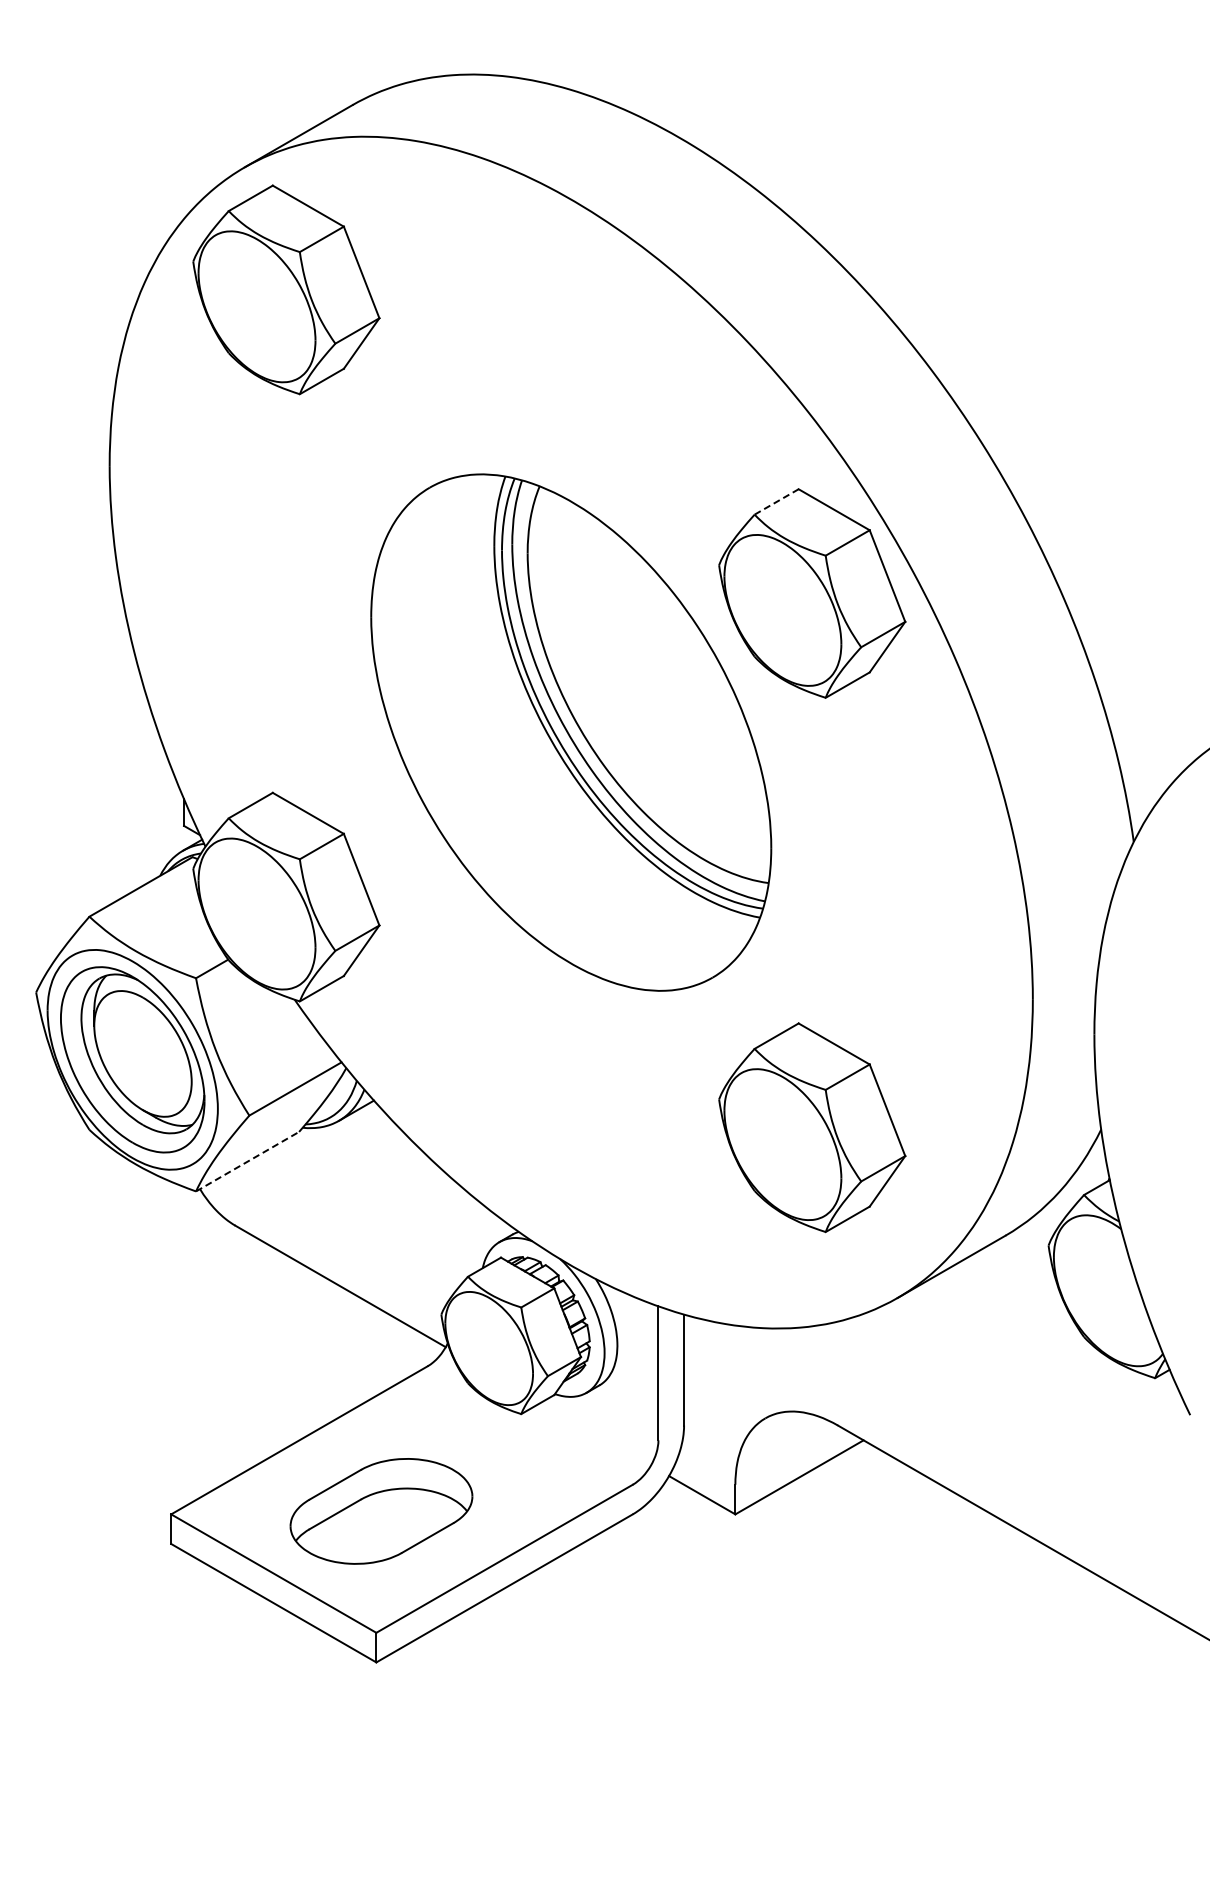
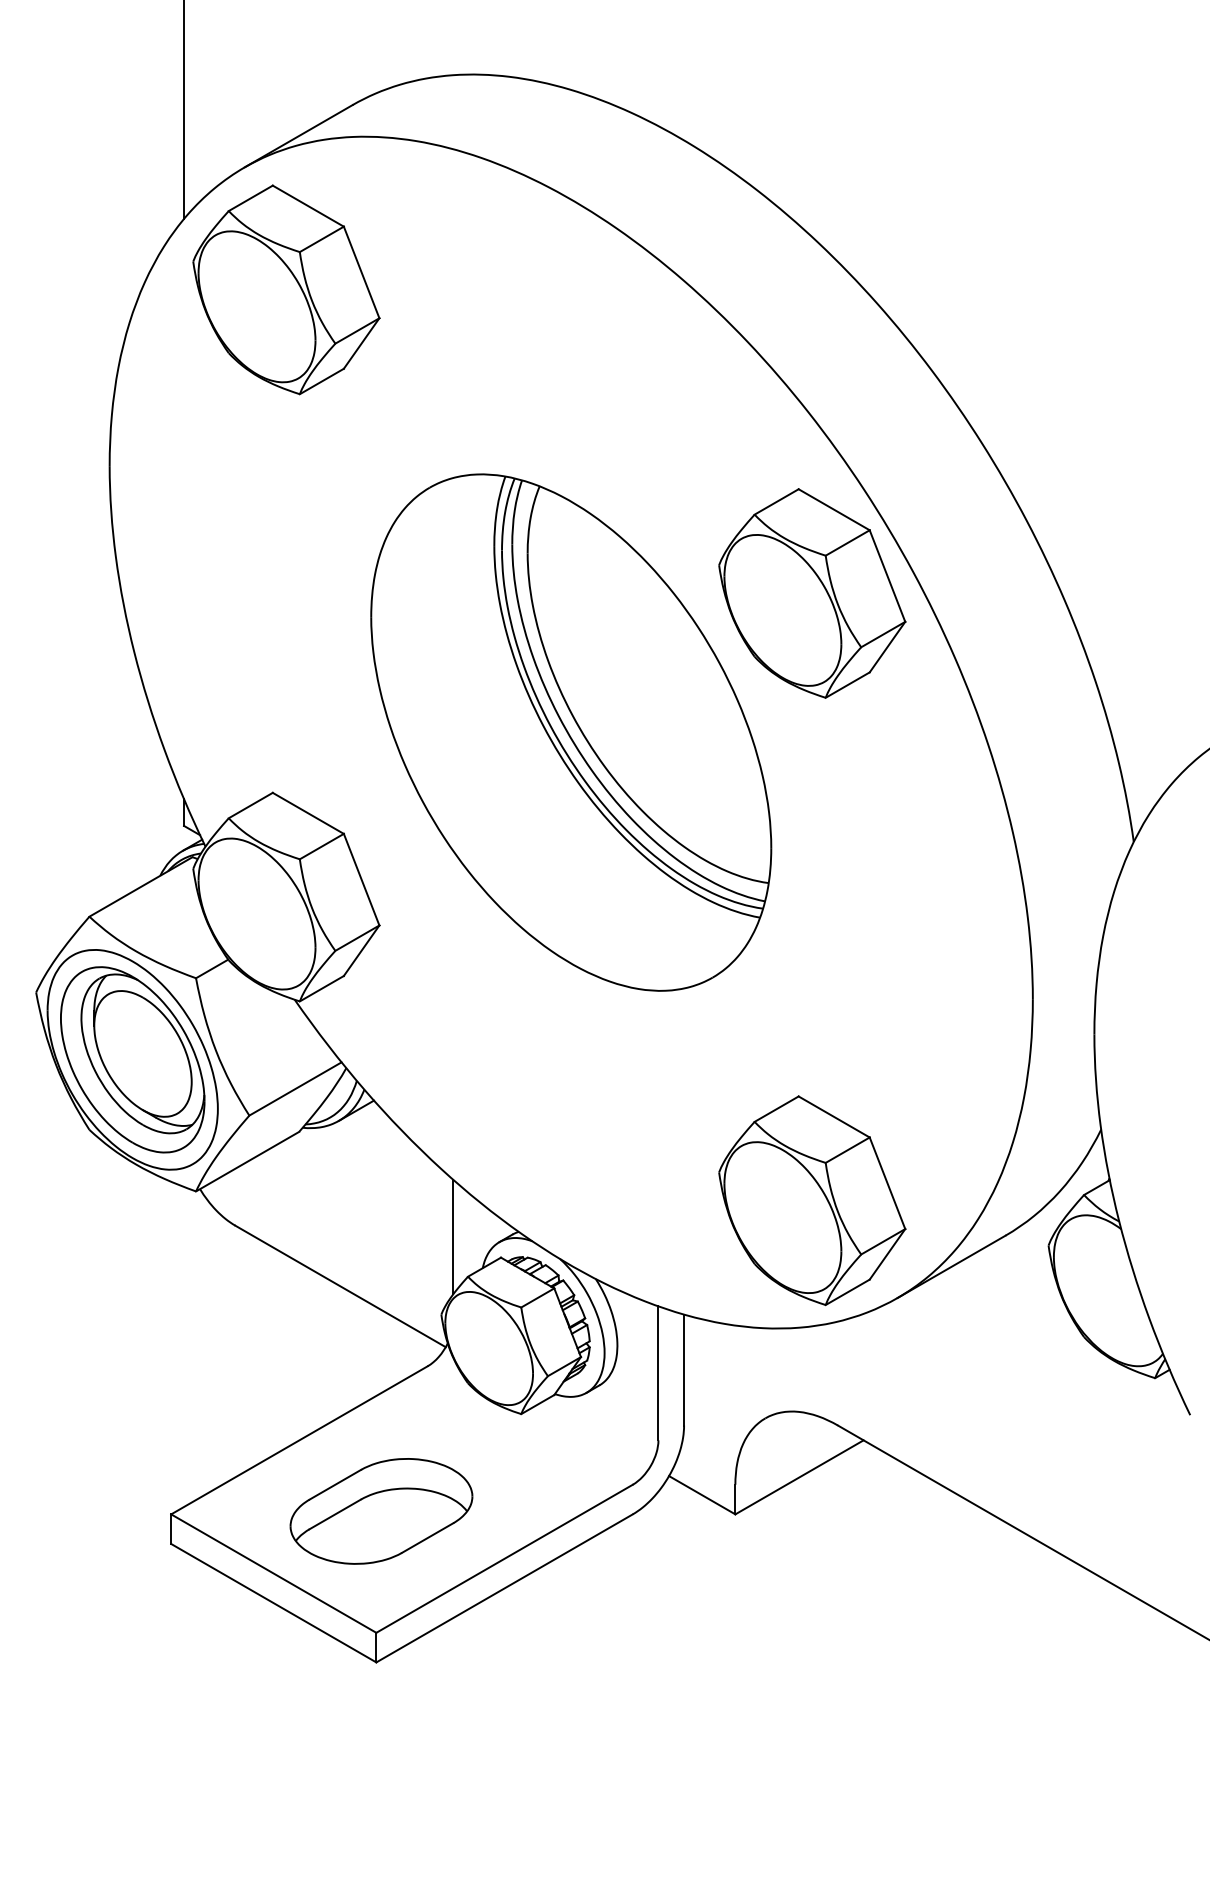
line at (184, 110): none -> present
line at (777, 501): dashed -> solid
part at (812, 1127) position: (812, 1127) -> (812, 1200)
line at (247, 1161): dashed -> solid
line at (453, 1236): none -> present
